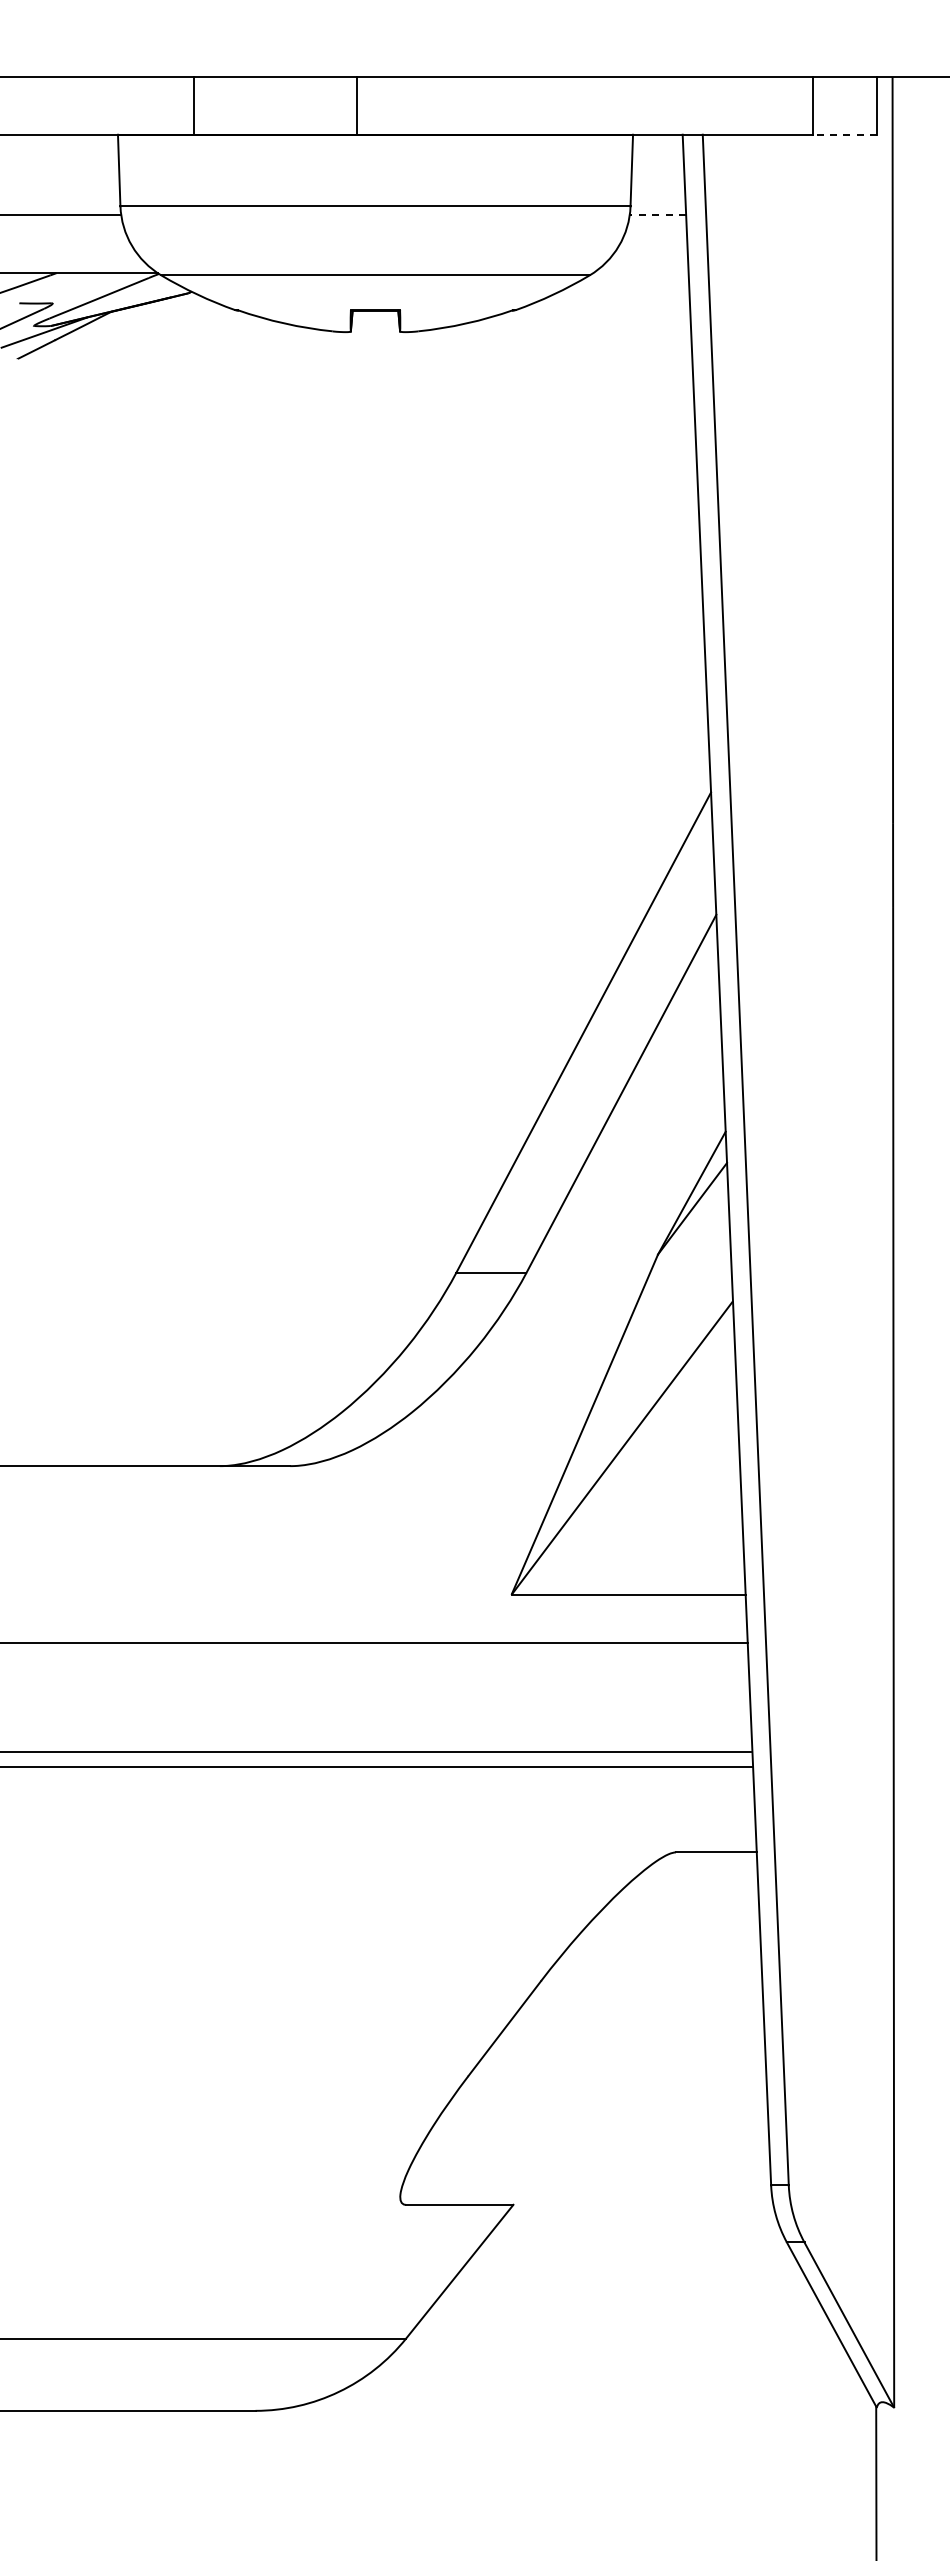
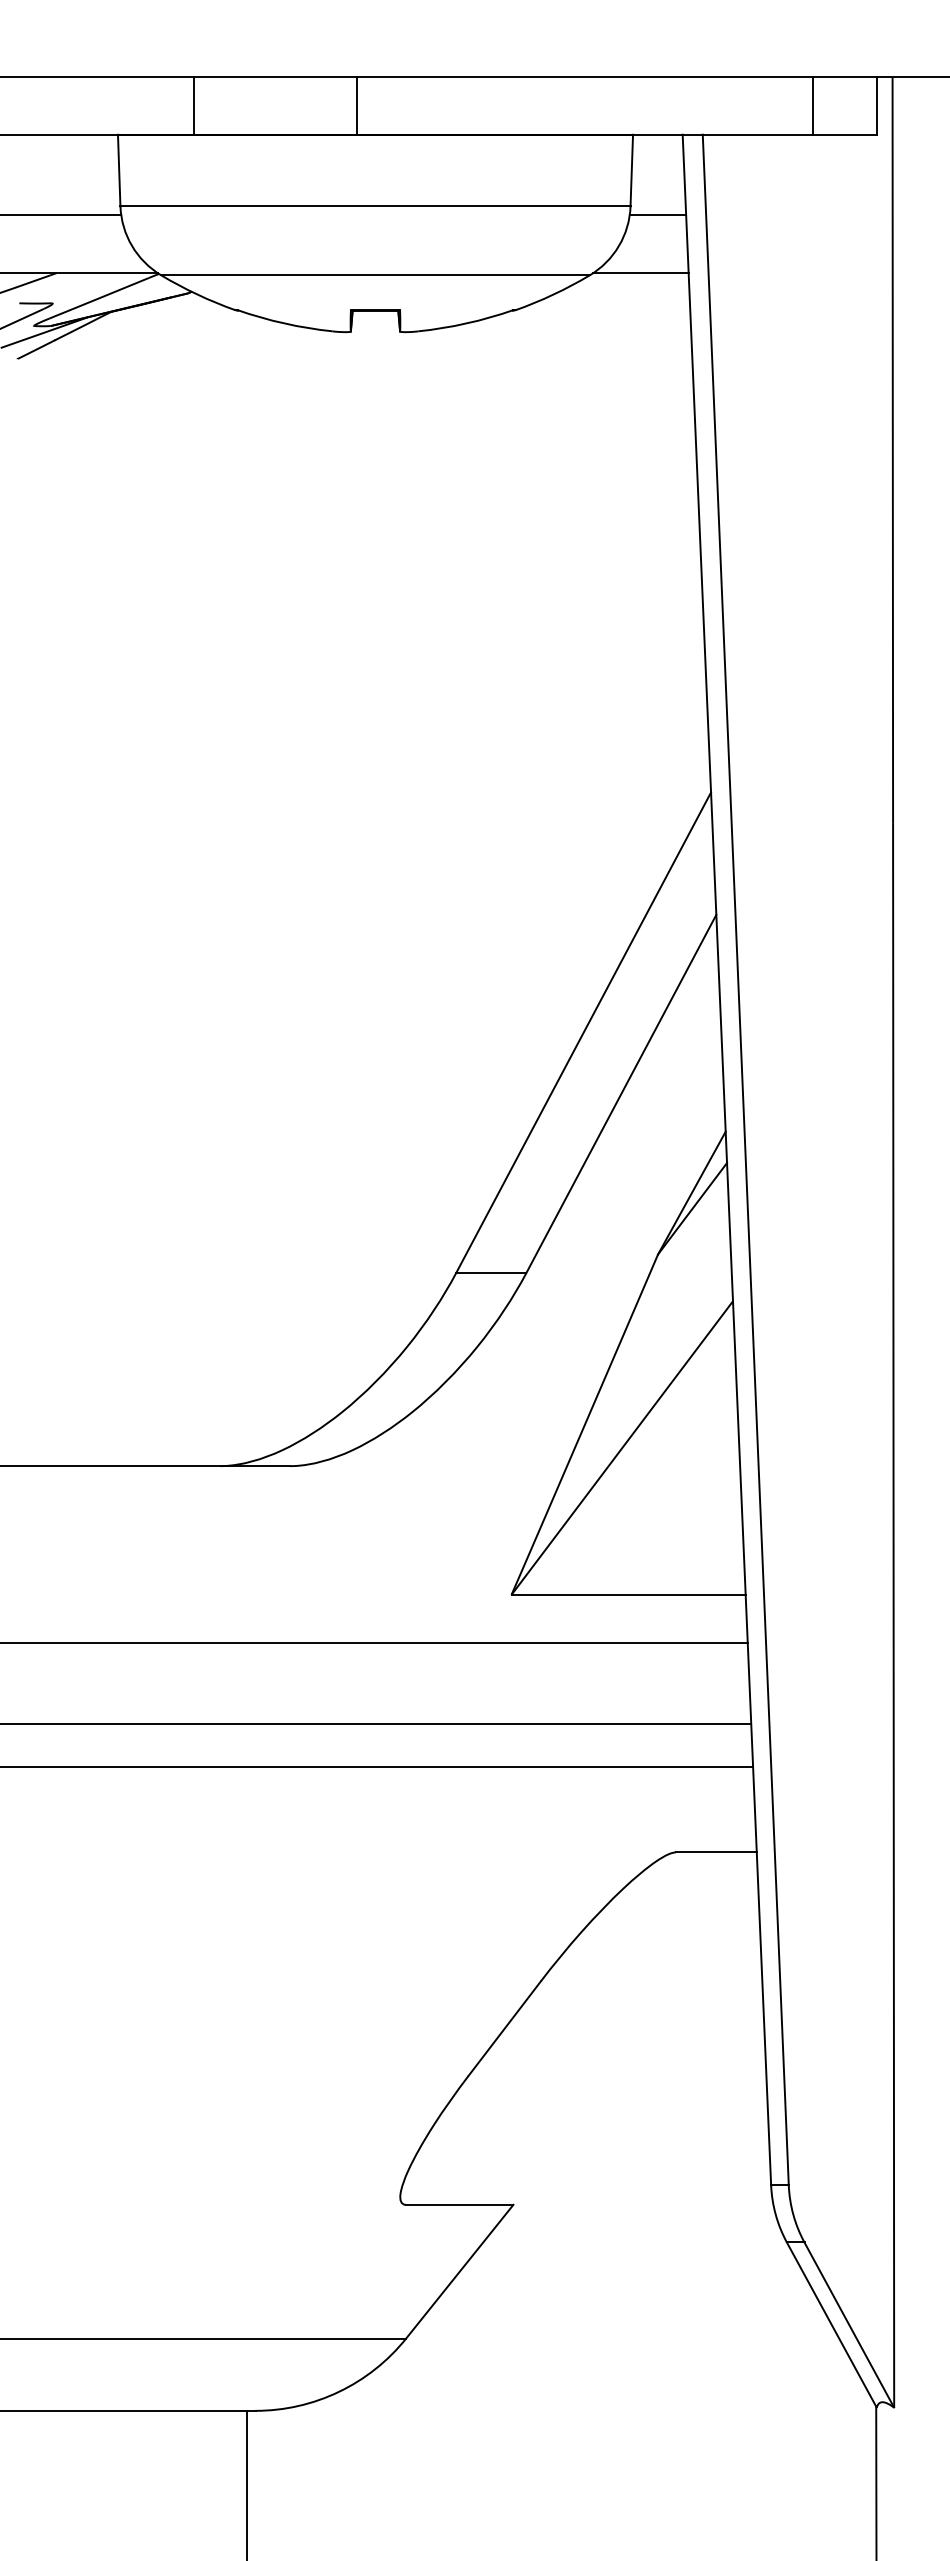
line at (844, 134): dashed -> solid
line at (657, 215): dashed -> solid
line at (640, 273): none -> present
line at (376, 1751) position: (376, 1751) -> (376, 1723)
line at (246, 2483): none -> present
